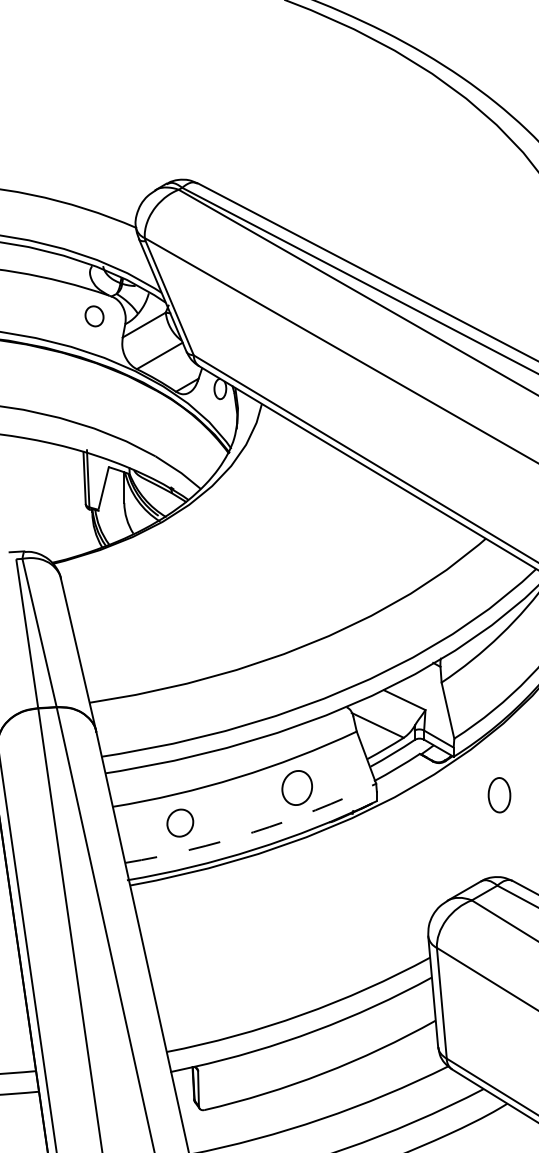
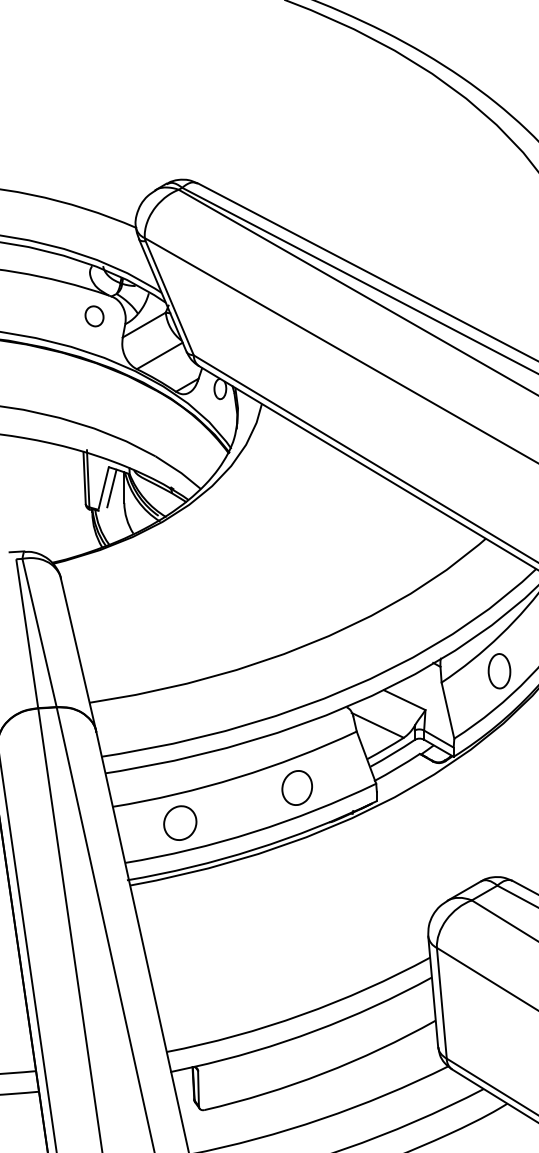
line at (111, 488): none -> present
part at (499, 795) position: (499, 795) -> (499, 671)
part at (180, 822) size: 29x30 px -> 35x36 px
arc at (253, 832): dashed -> solid
